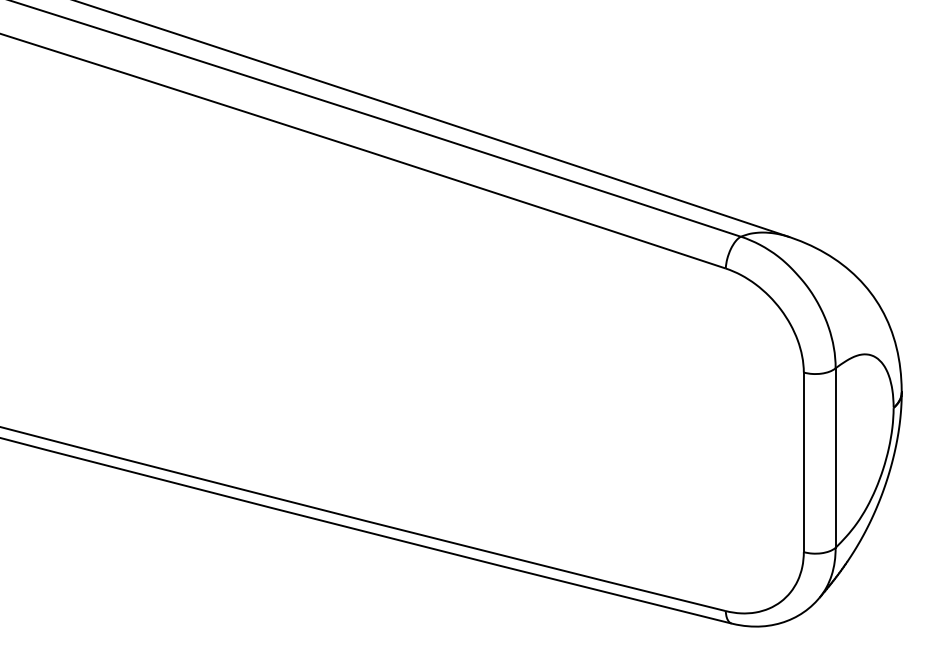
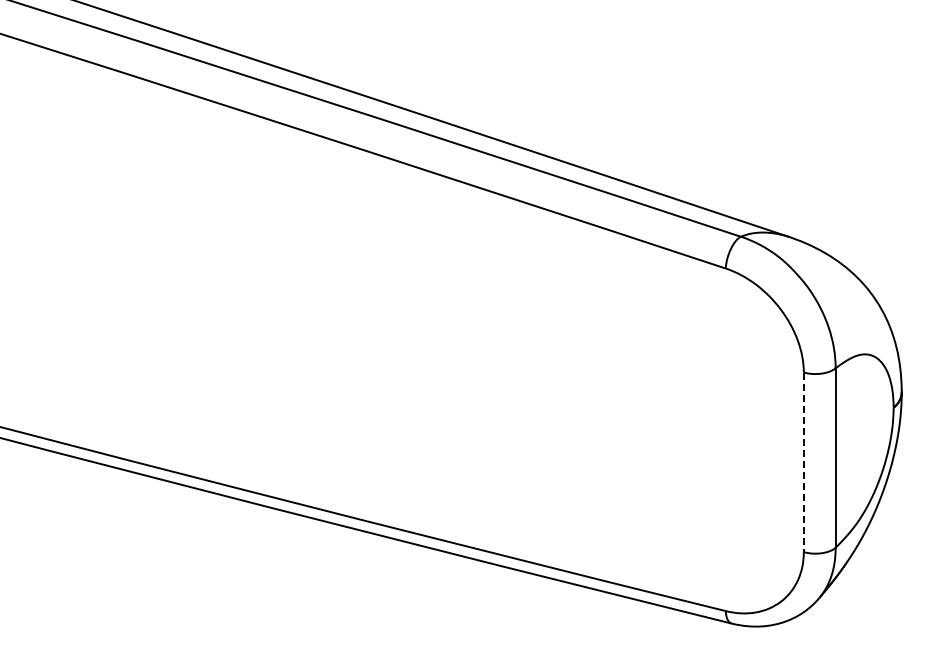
line at (803, 462): solid -> dashed
